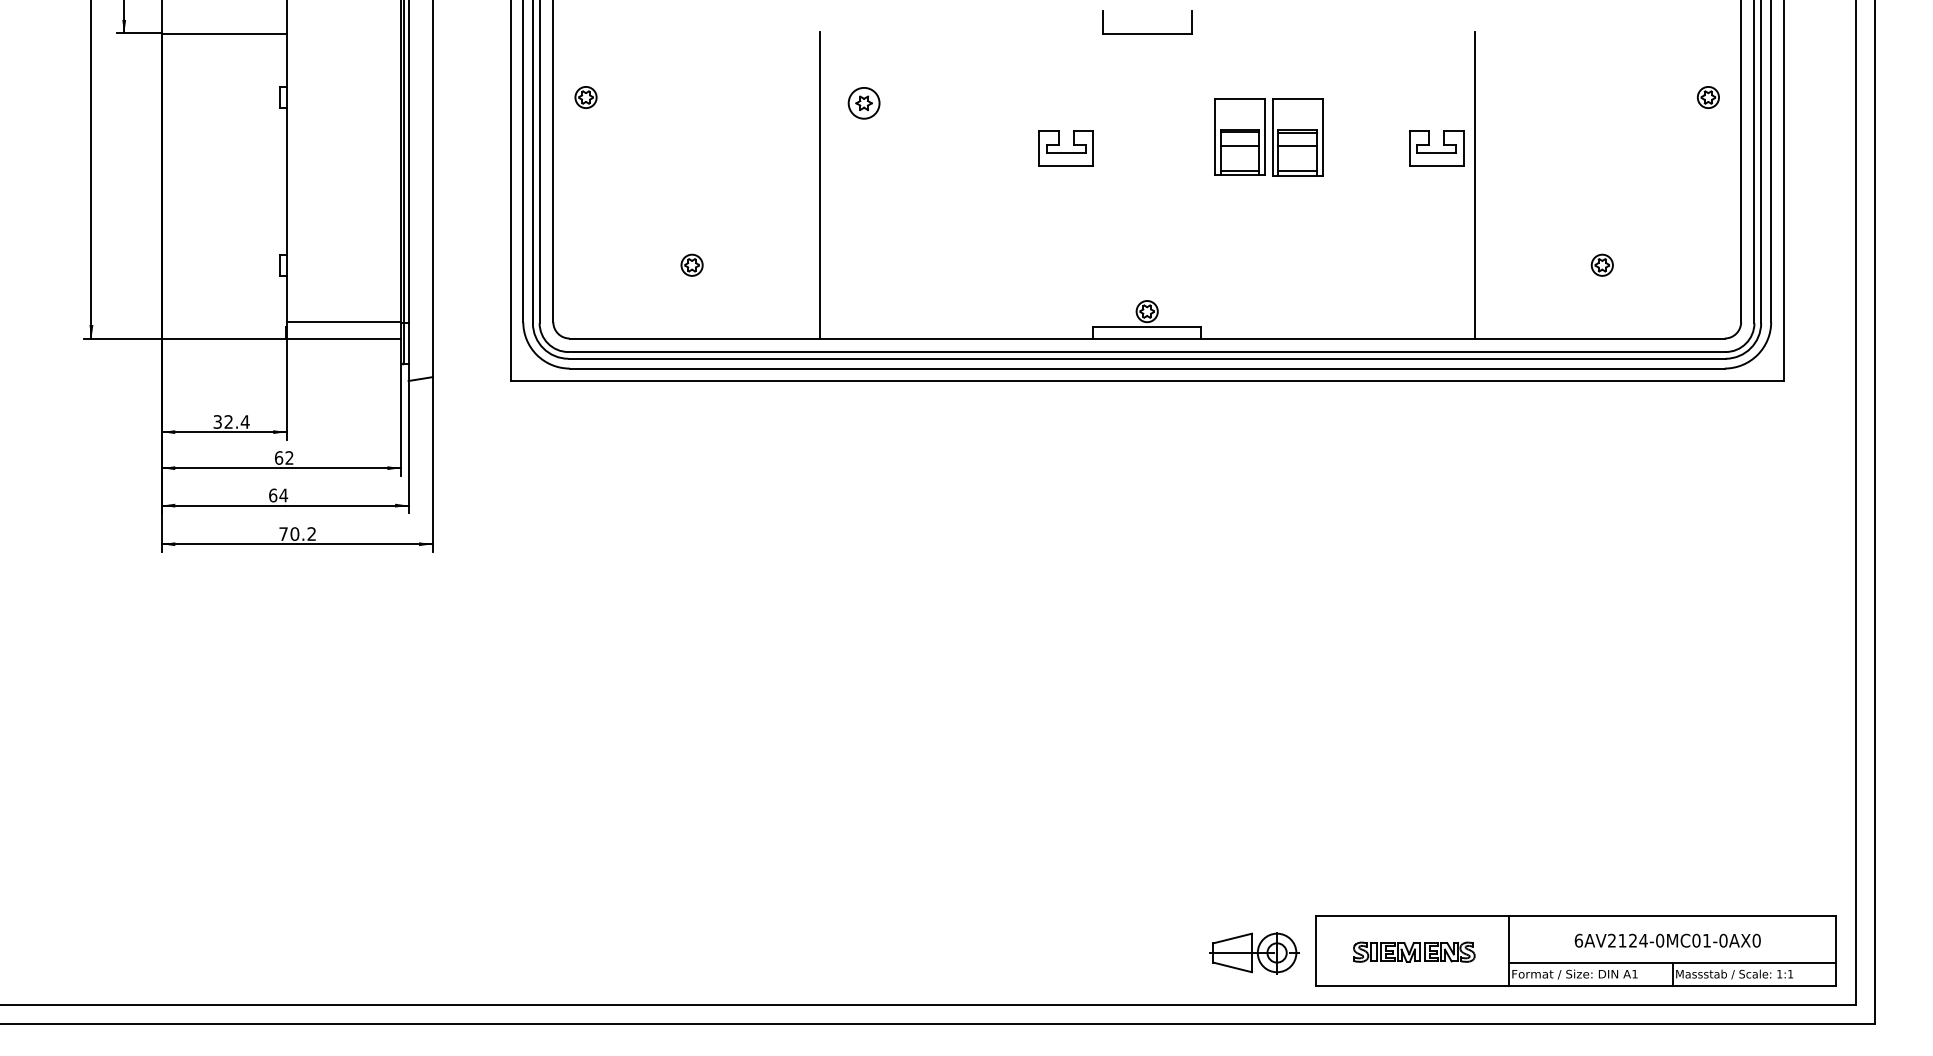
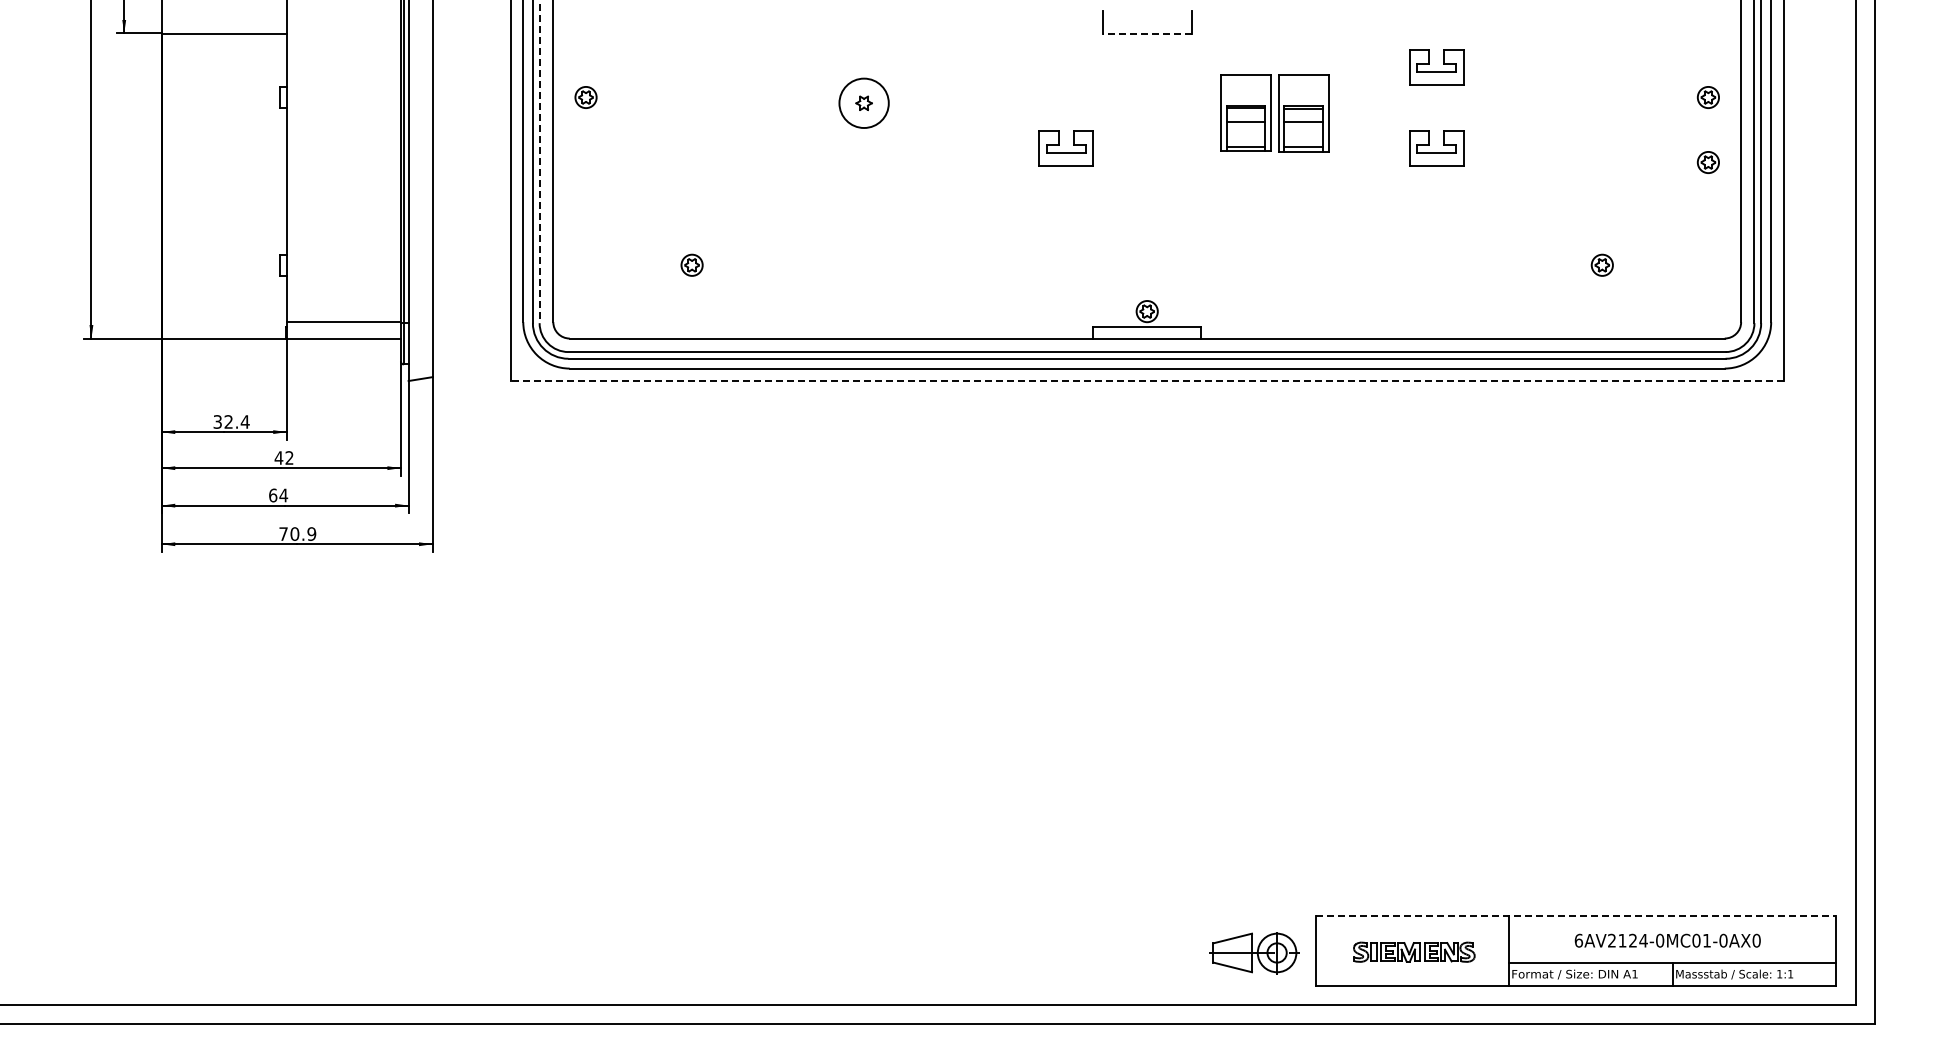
line at (1147, 33): solid -> dashed
part at (1436, 67): none -> present
circle at (863, 102) diameter: 31 px -> 49 px
part at (1268, 137) position: (1268, 137) -> (1274, 113)
line at (539, 162): solid -> dashed
part at (1707, 162): none -> present
line at (819, 184): present -> none
line at (1474, 184): present -> none
line at (1146, 381): solid -> dashed
text at (278, 457): 62 -> 42
text at (311, 533): 70.2 -> 70.9
line at (1576, 916): solid -> dashed
